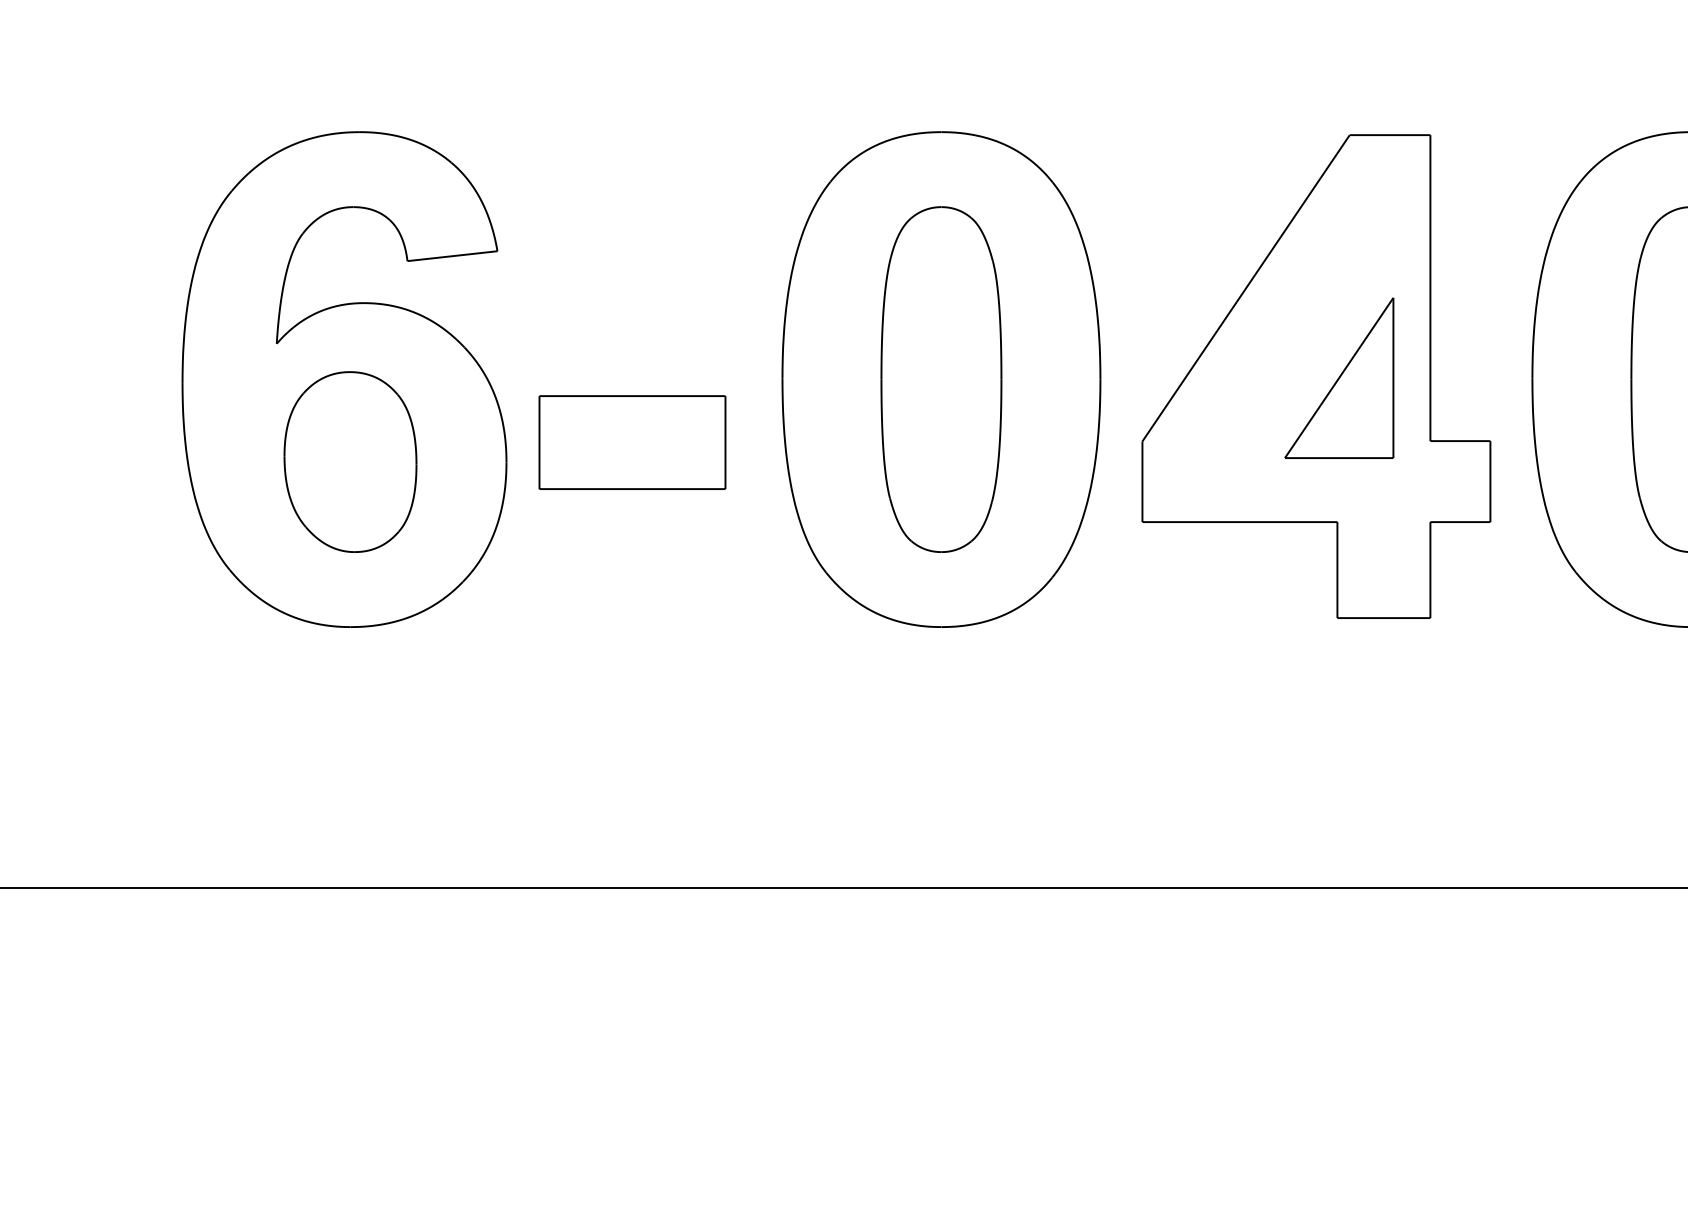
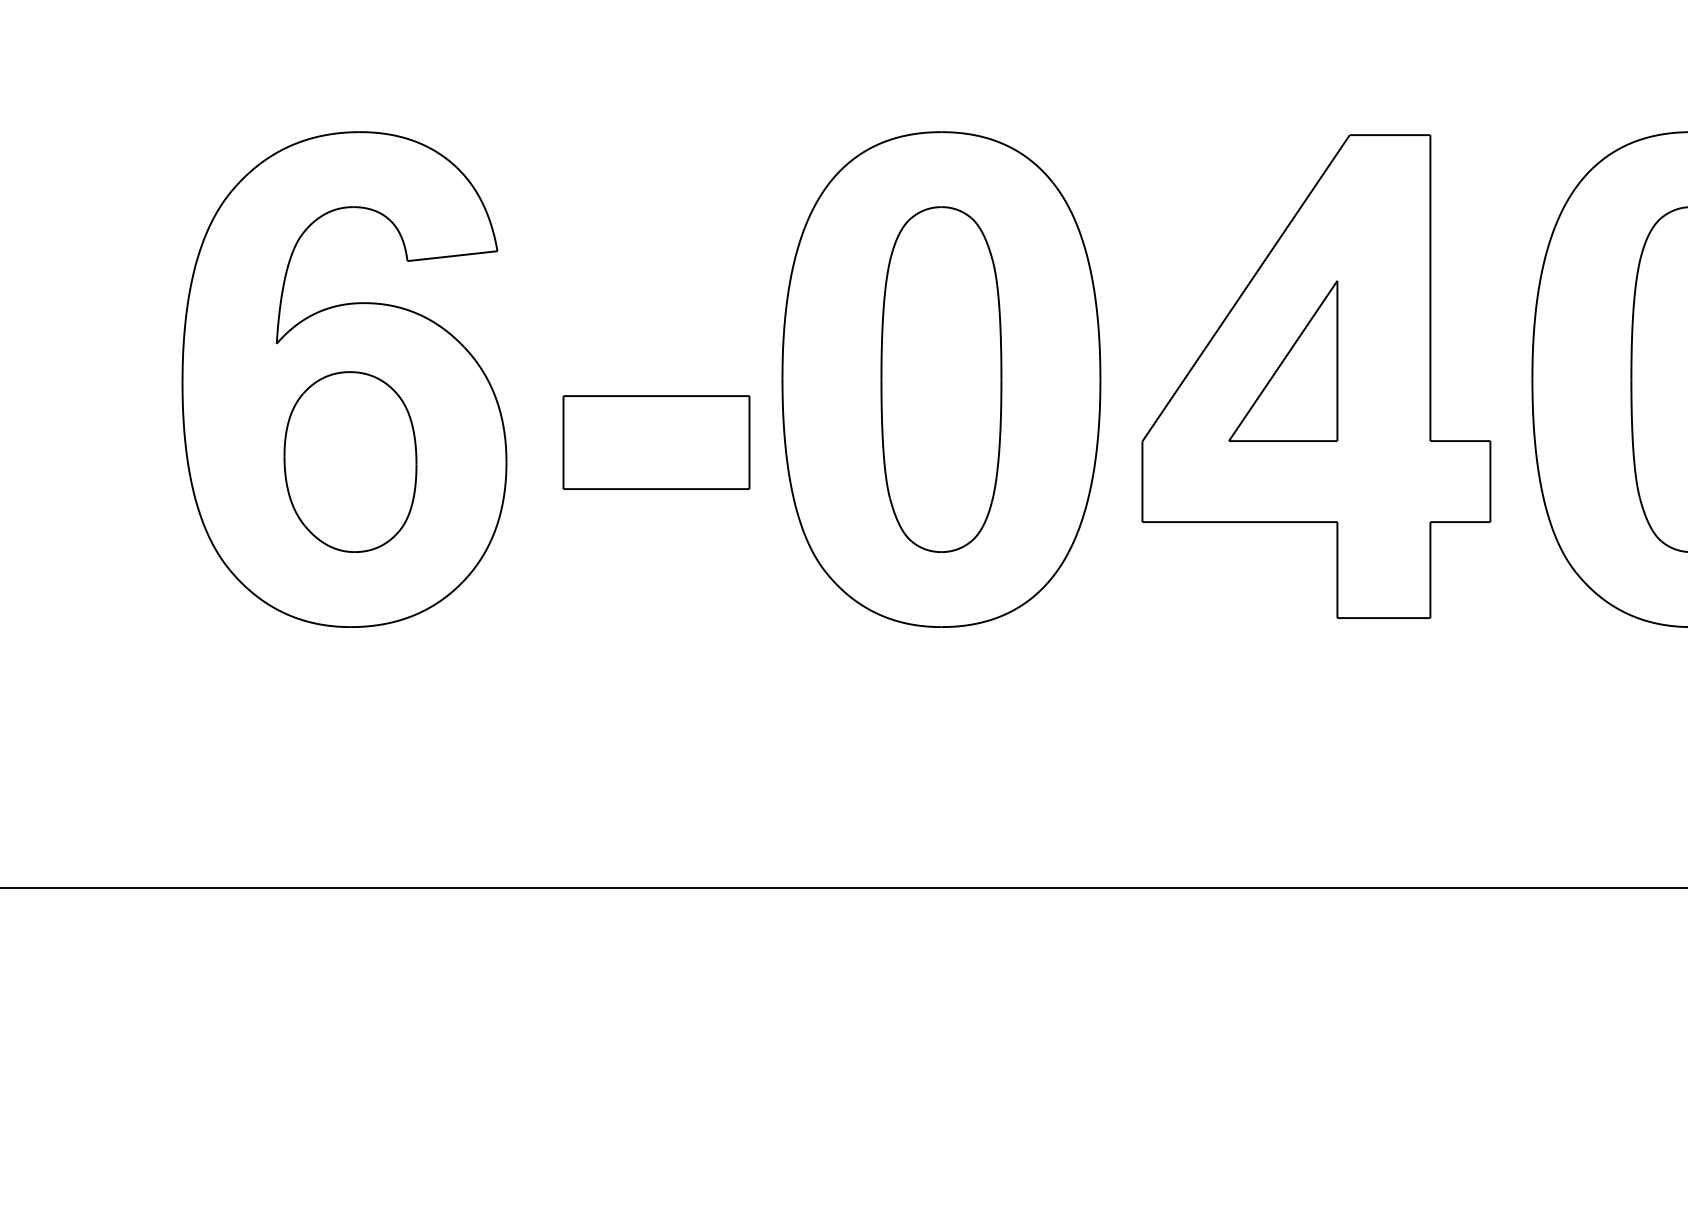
part at (1339, 377) position: (1339, 377) -> (1283, 360)
part at (632, 442) position: (632, 442) -> (656, 442)
